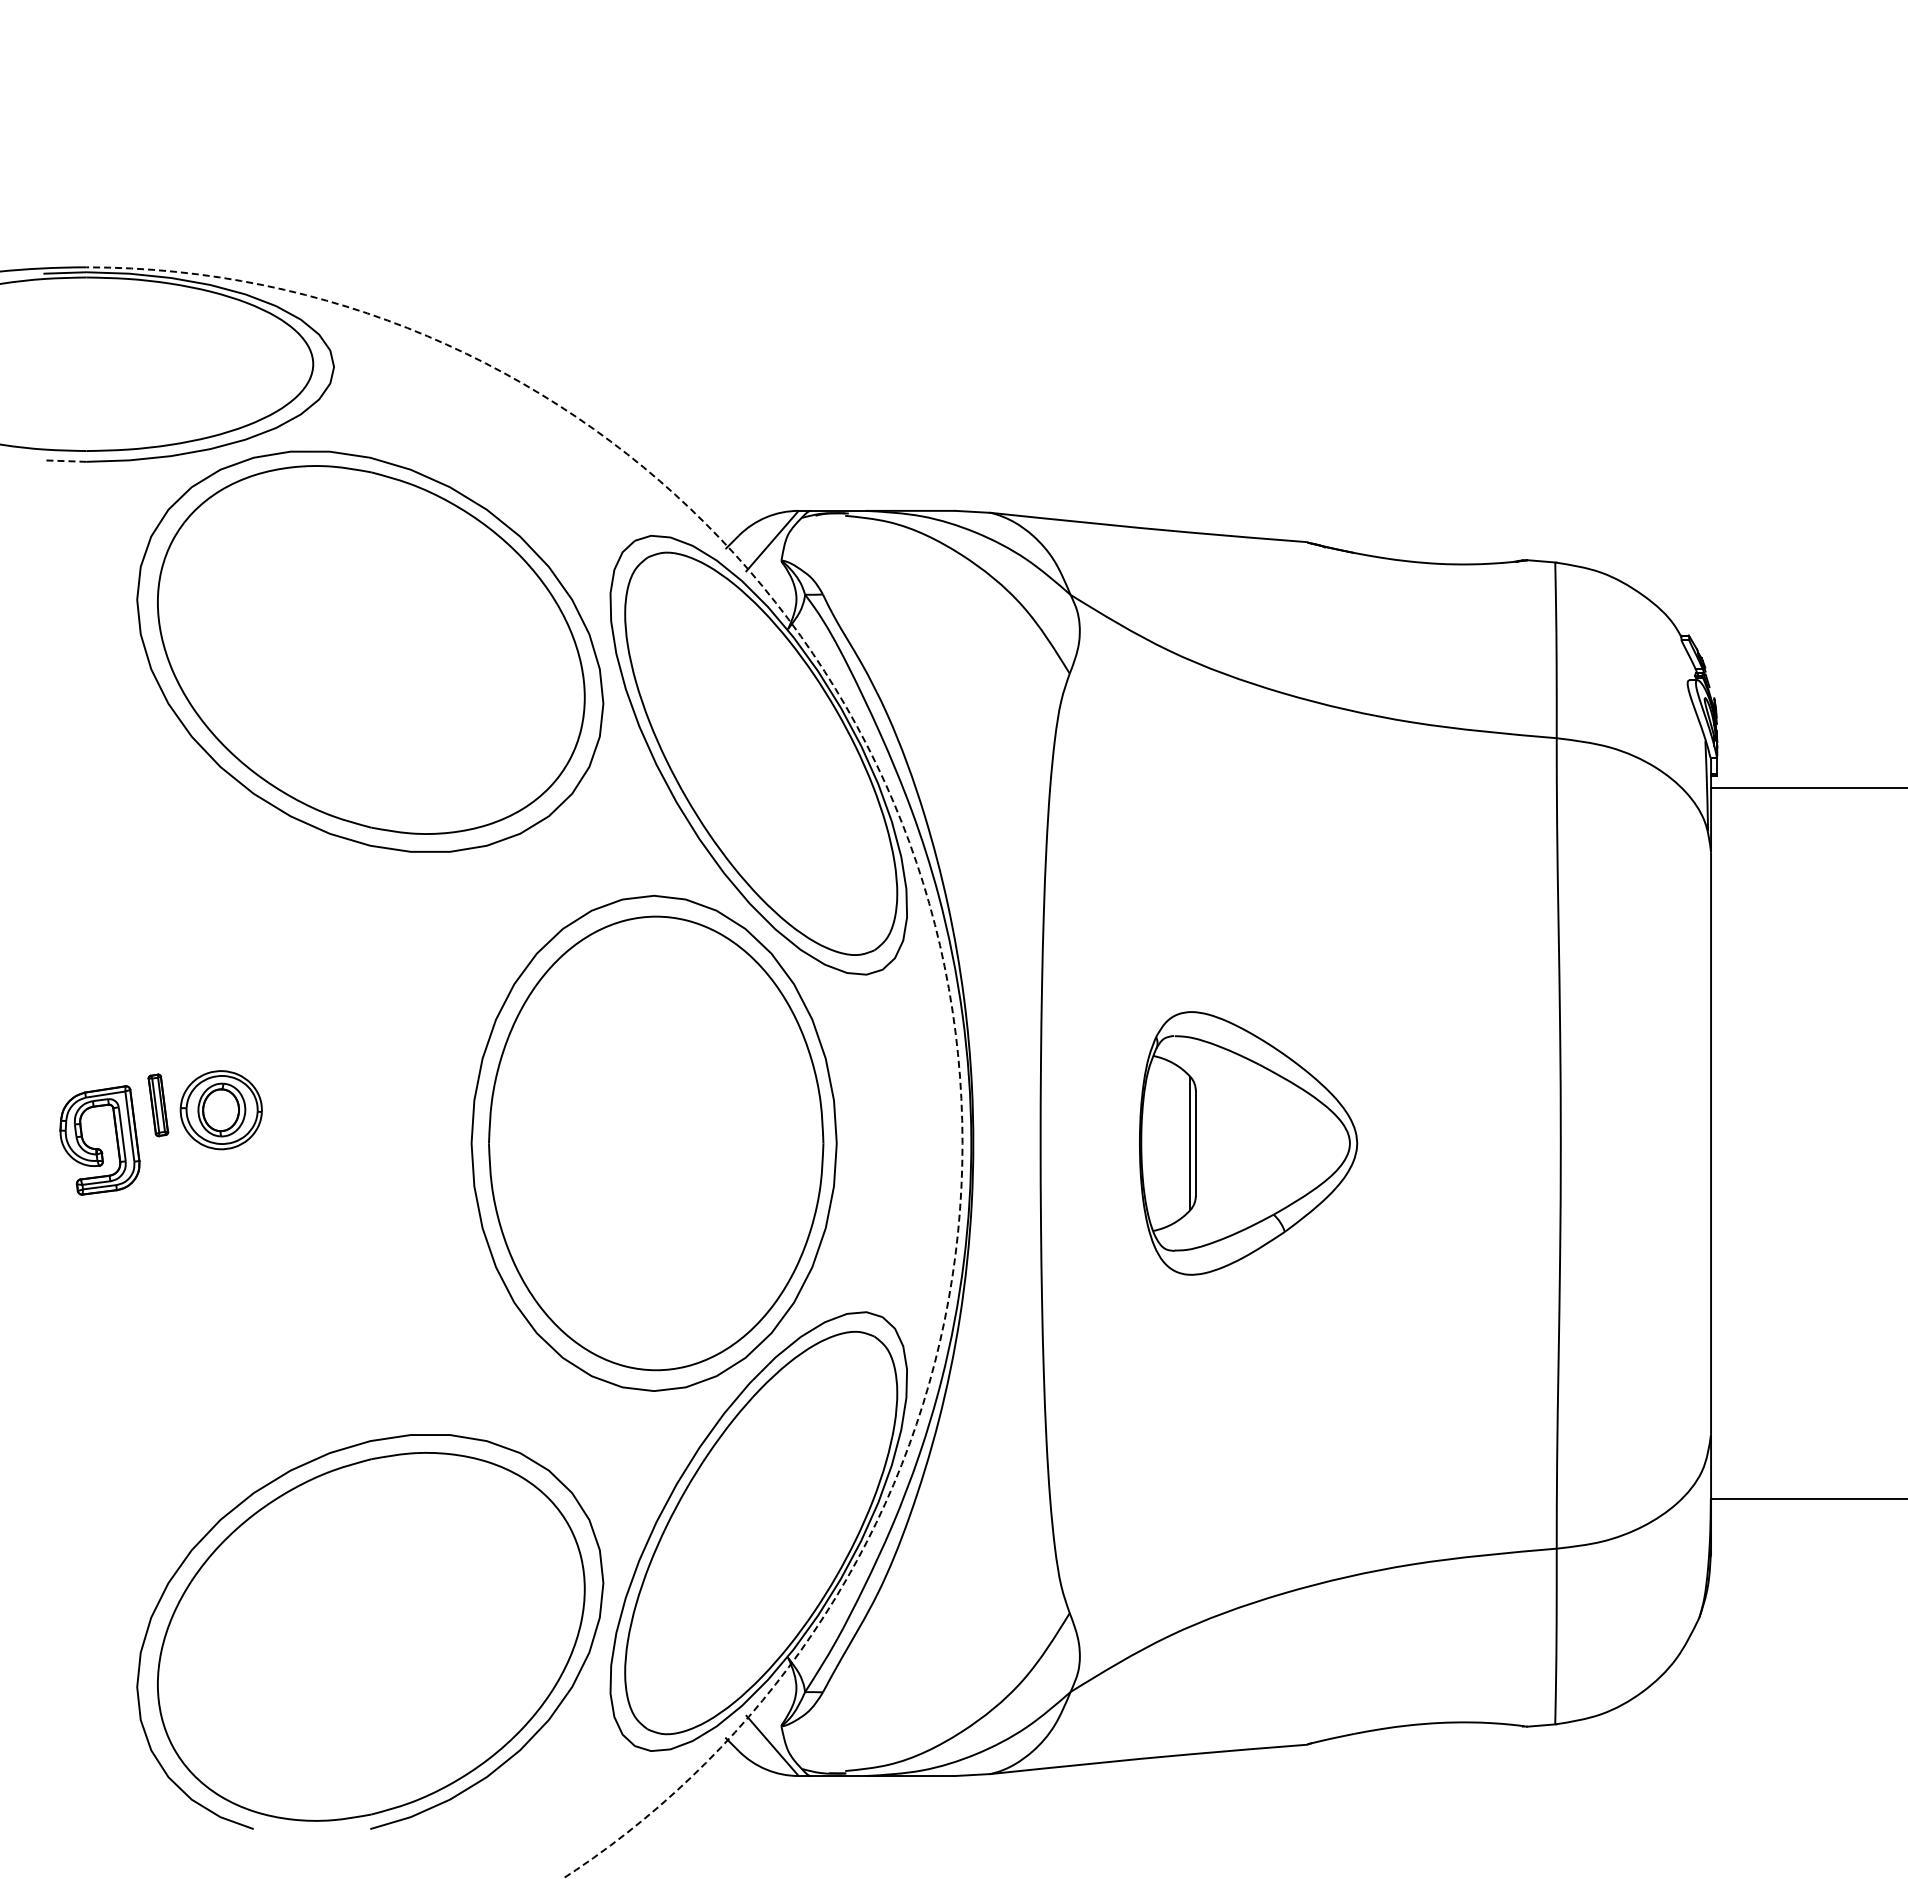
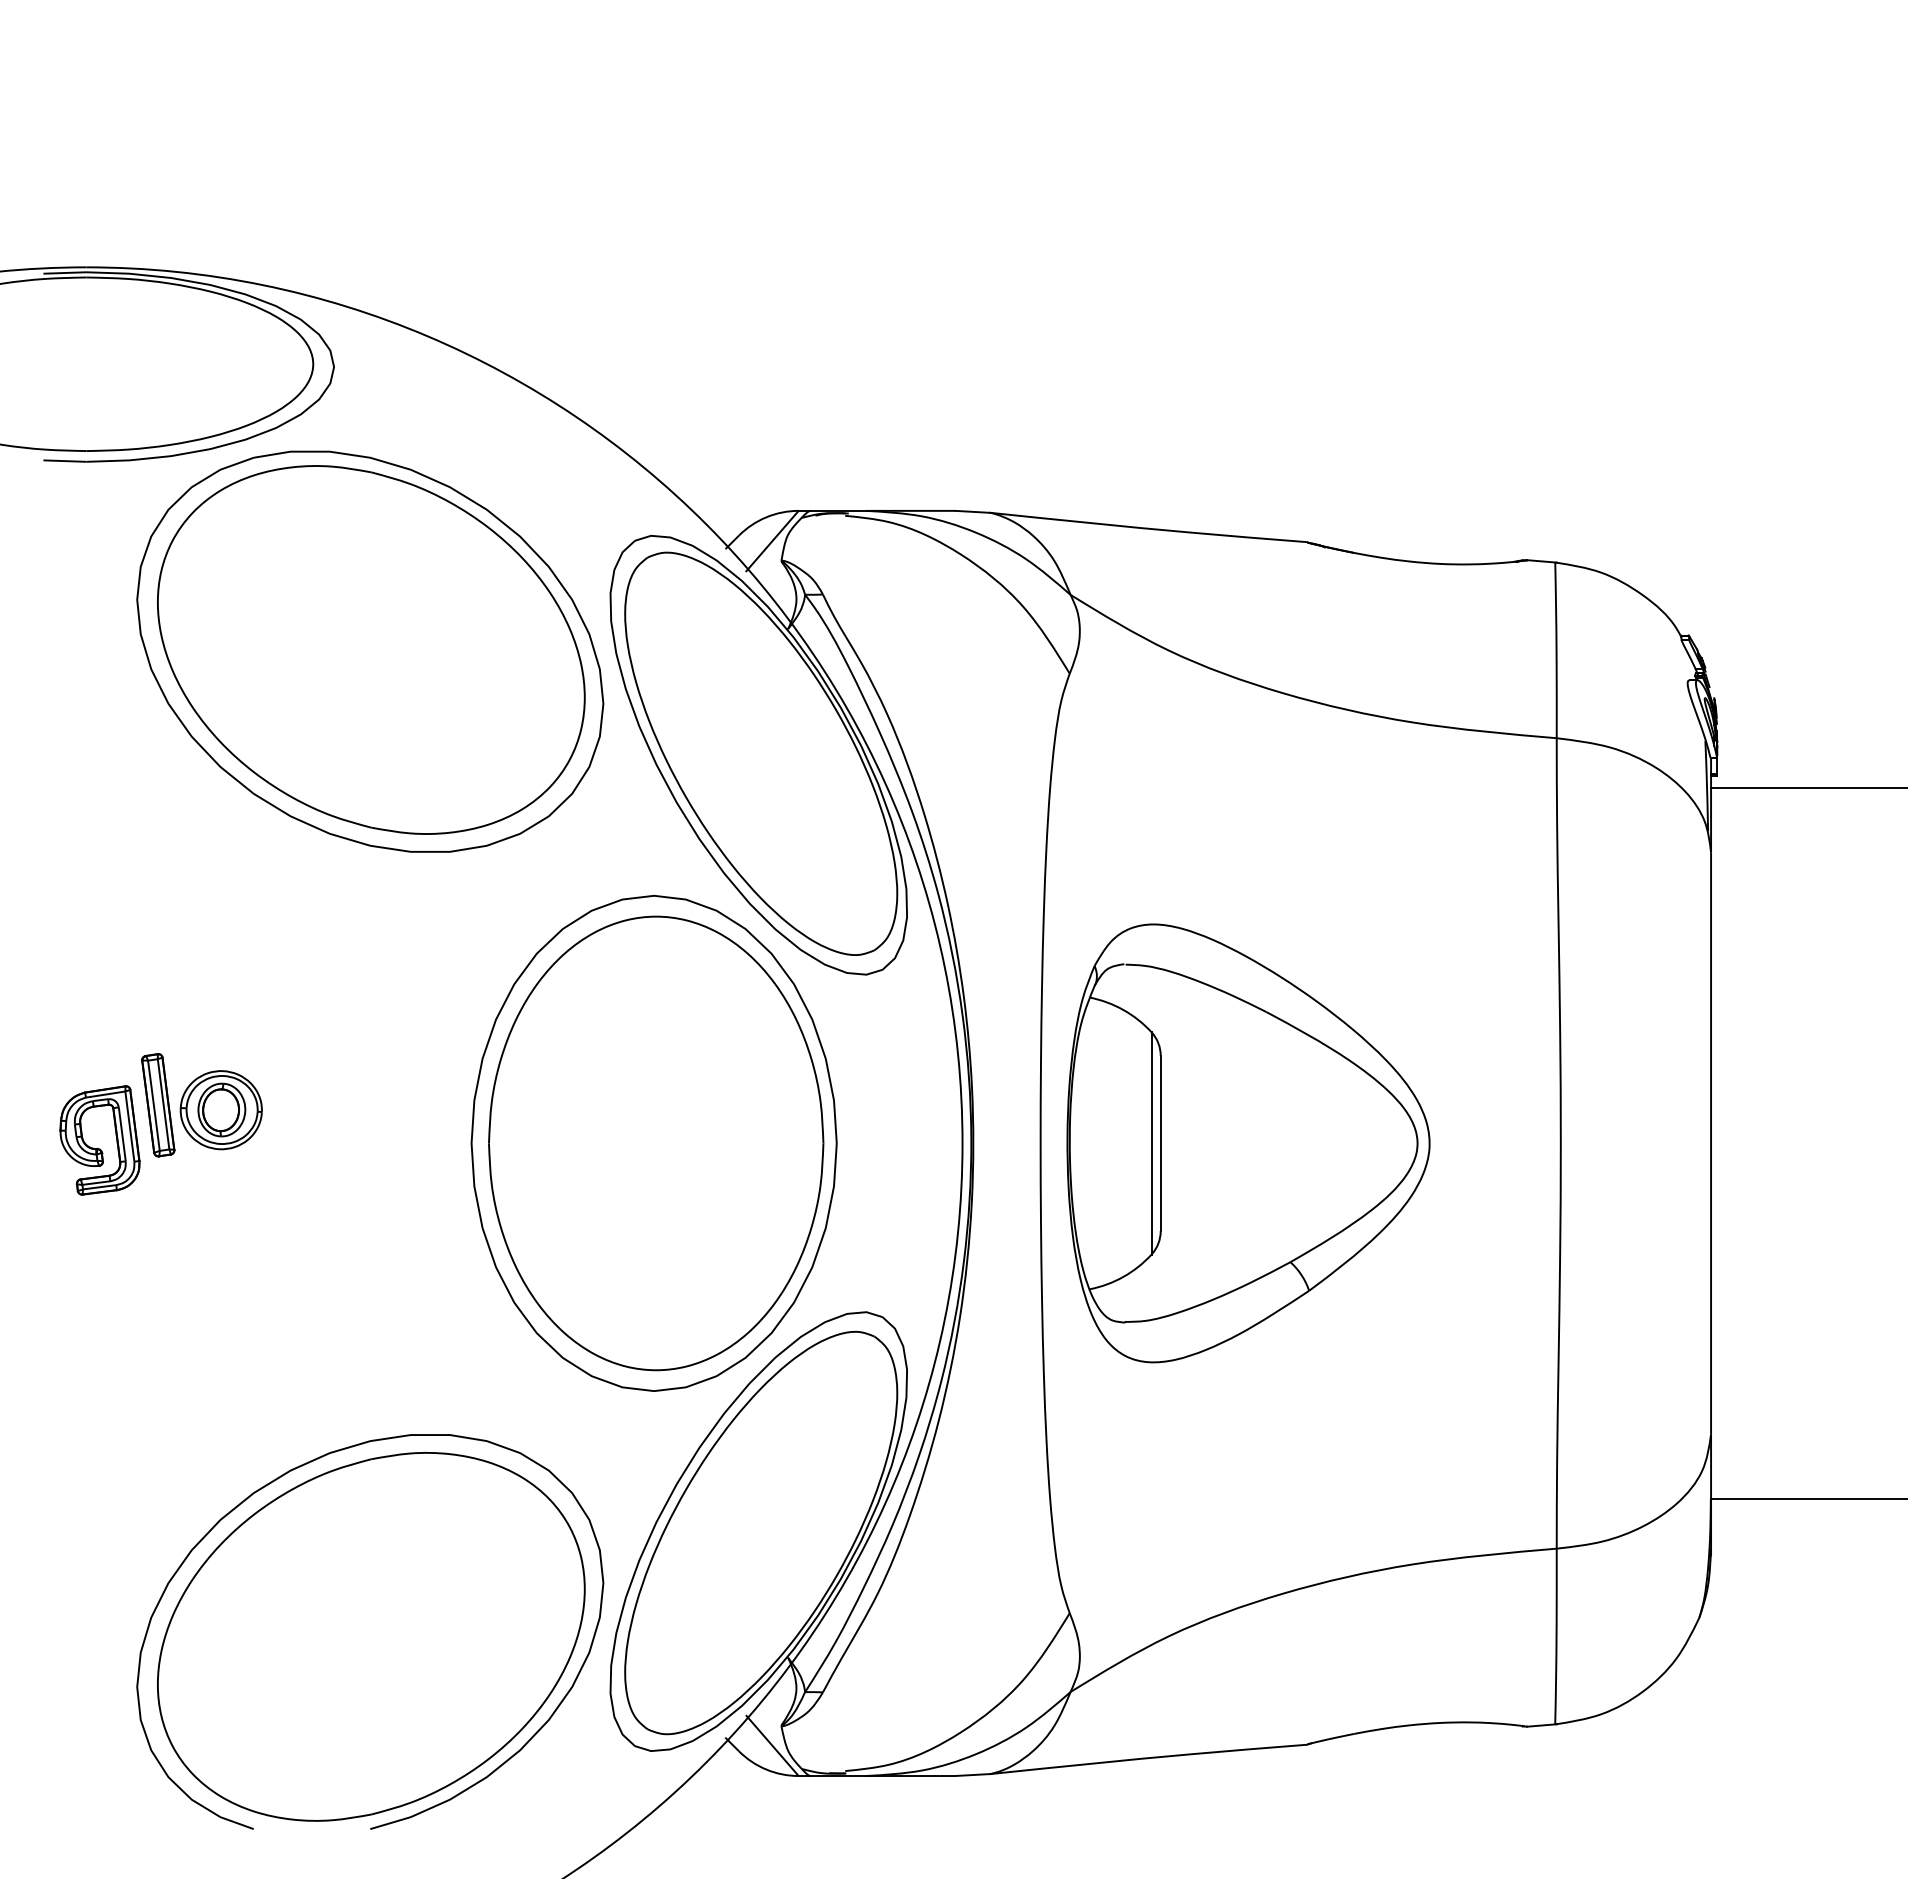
line at (64, 461): dashed -> solid
arc at (926, 893): dashed -> solid
part at (158, 1105) size: 23x65 px -> 35x105 px
part at (1248, 1143) size: 220x265 px -> 365x441 px
